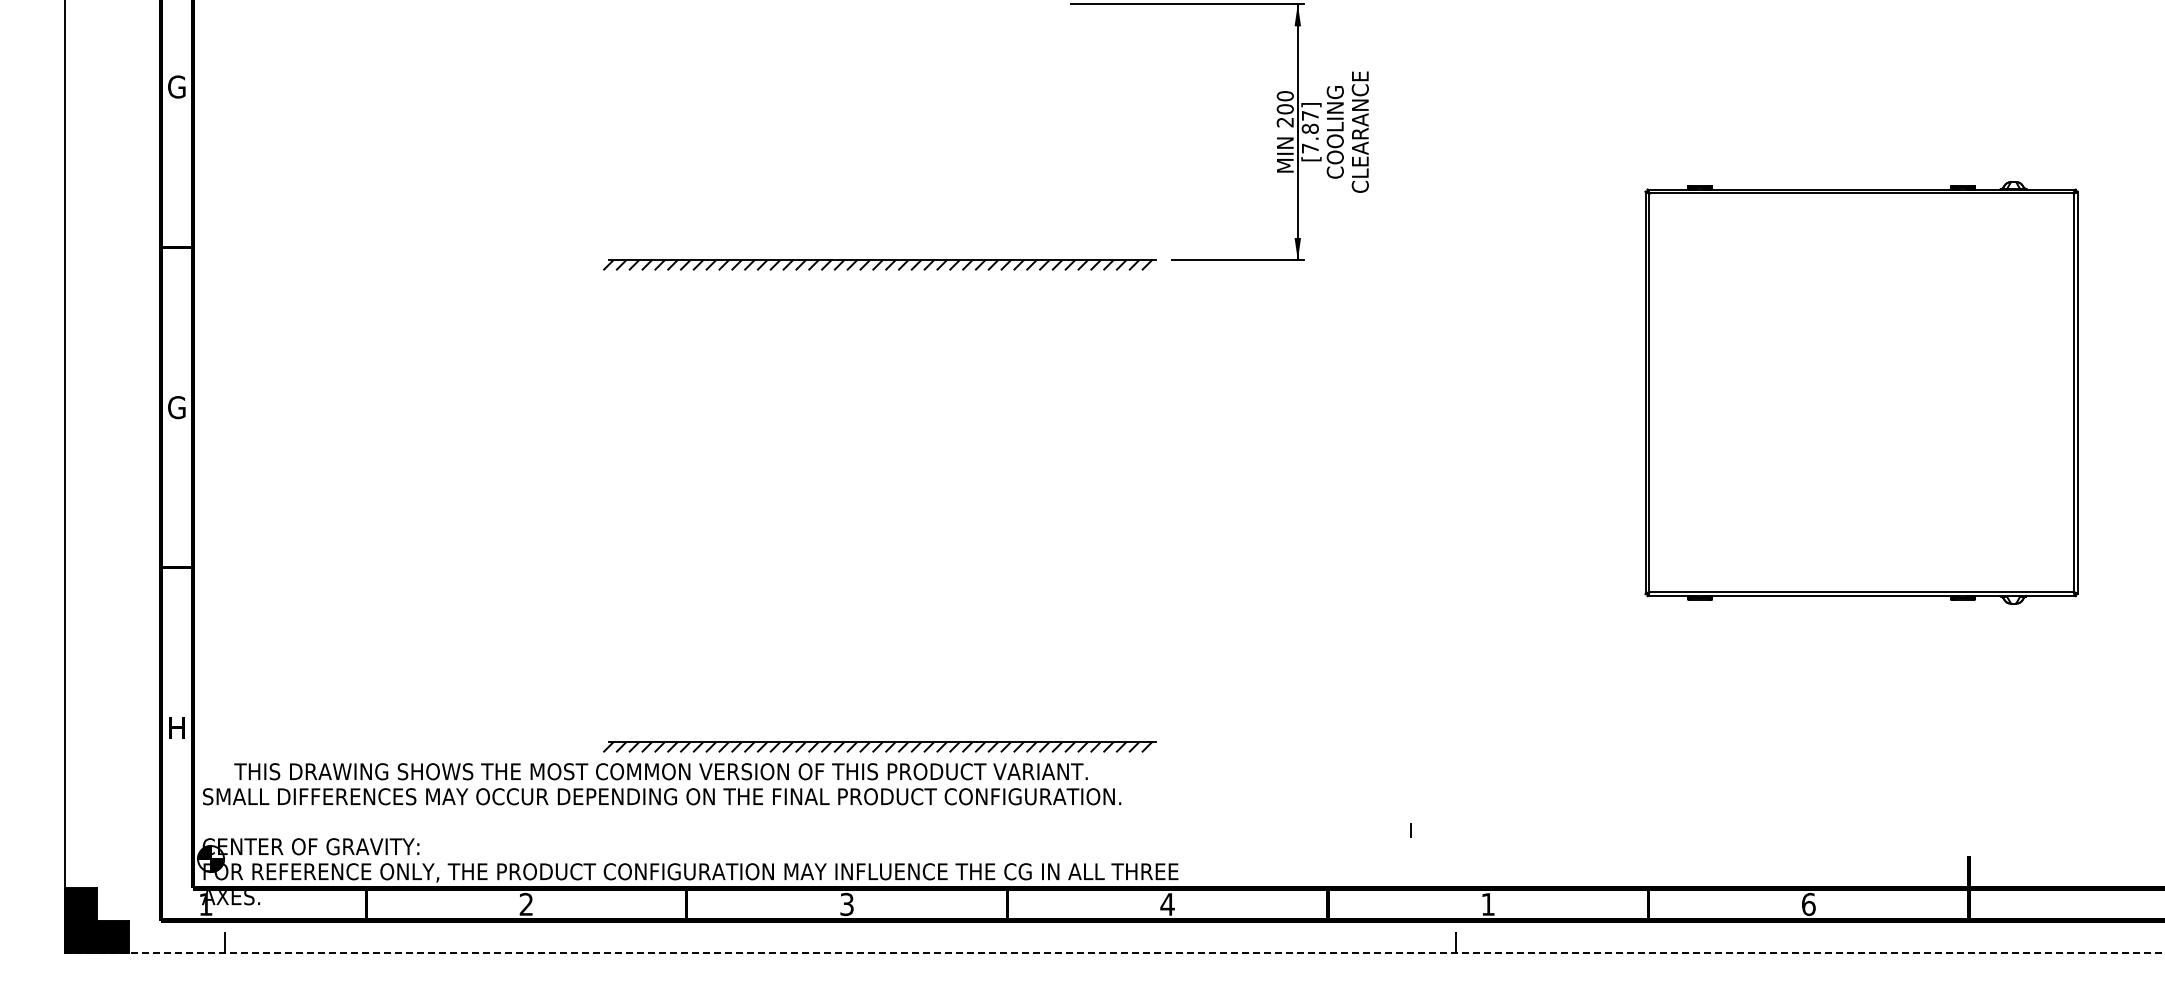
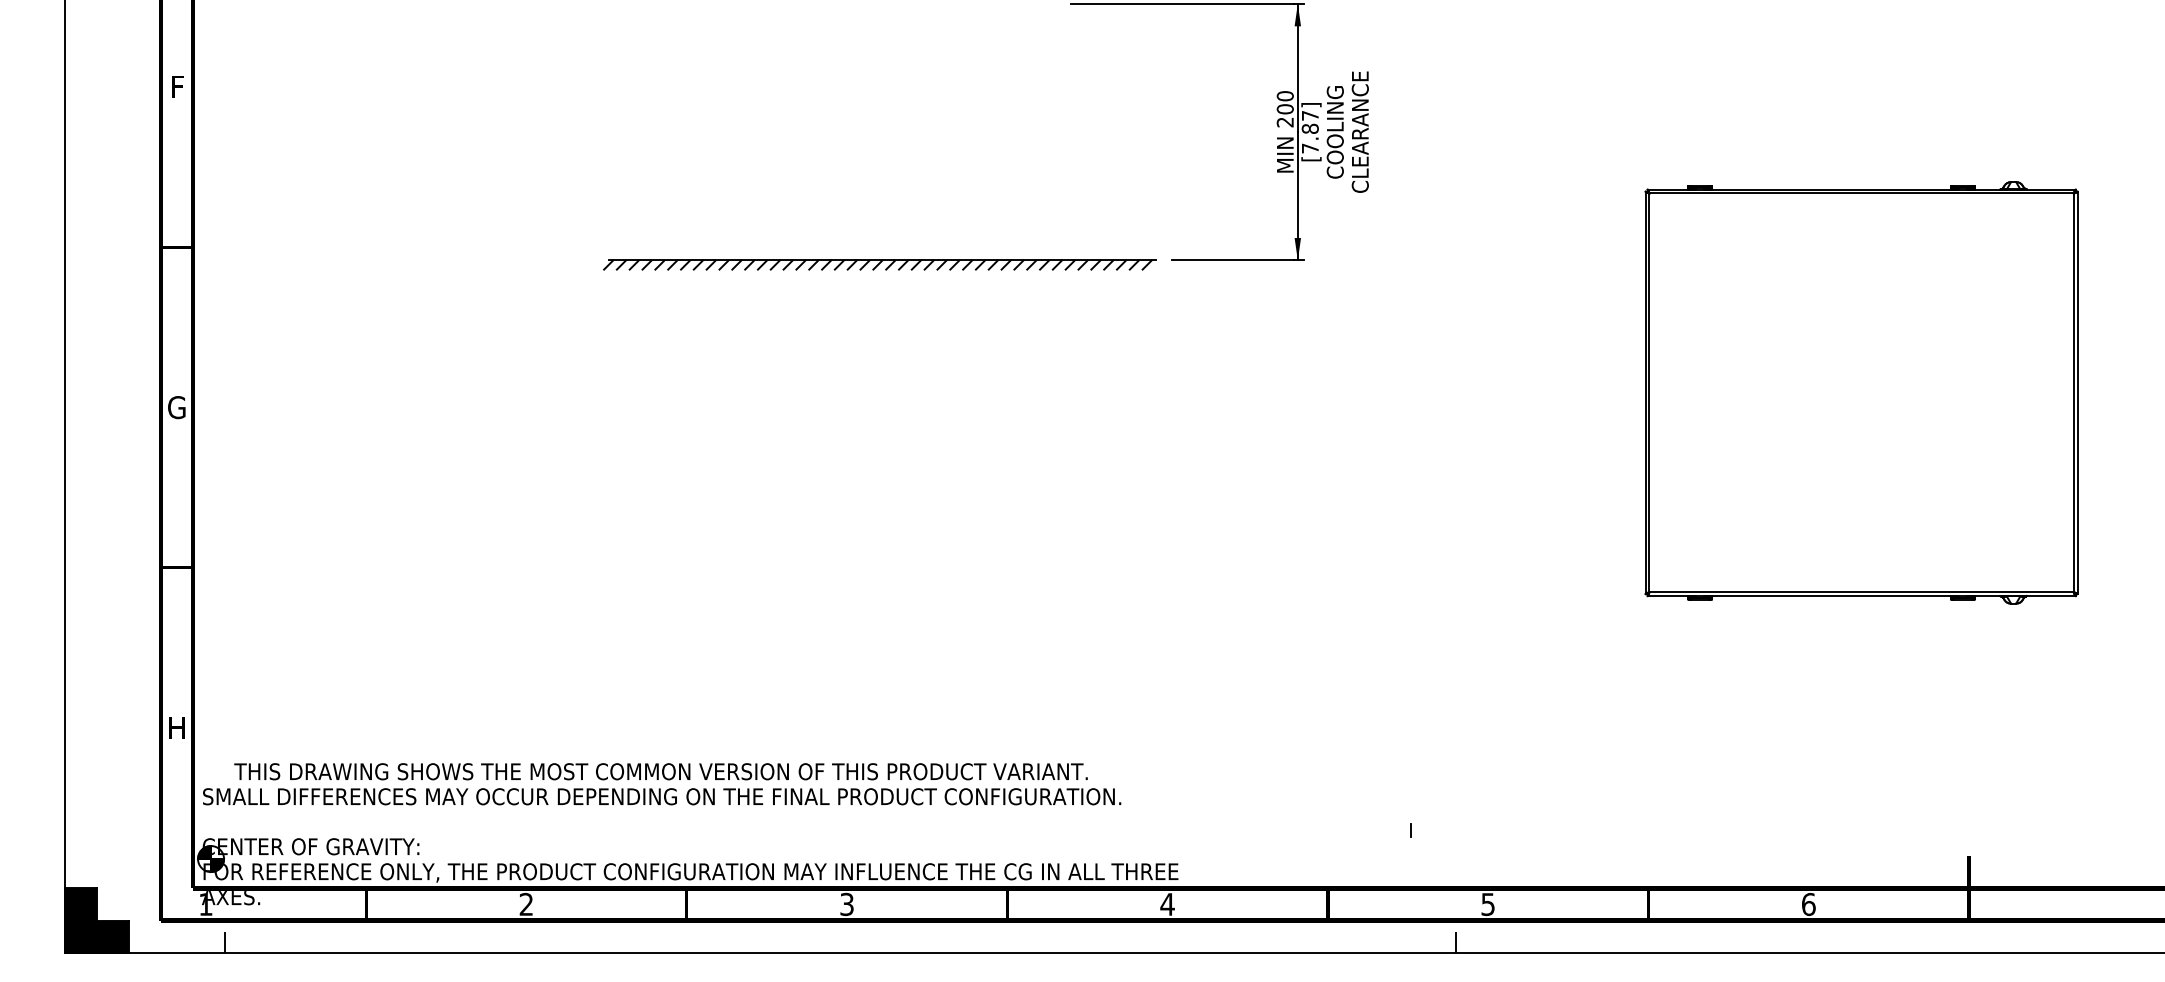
text at (176, 86): G -> F
part at (879, 746): present -> none
text at (1487, 904): 1 -> 5
line at (1114, 952): dashed -> solid
